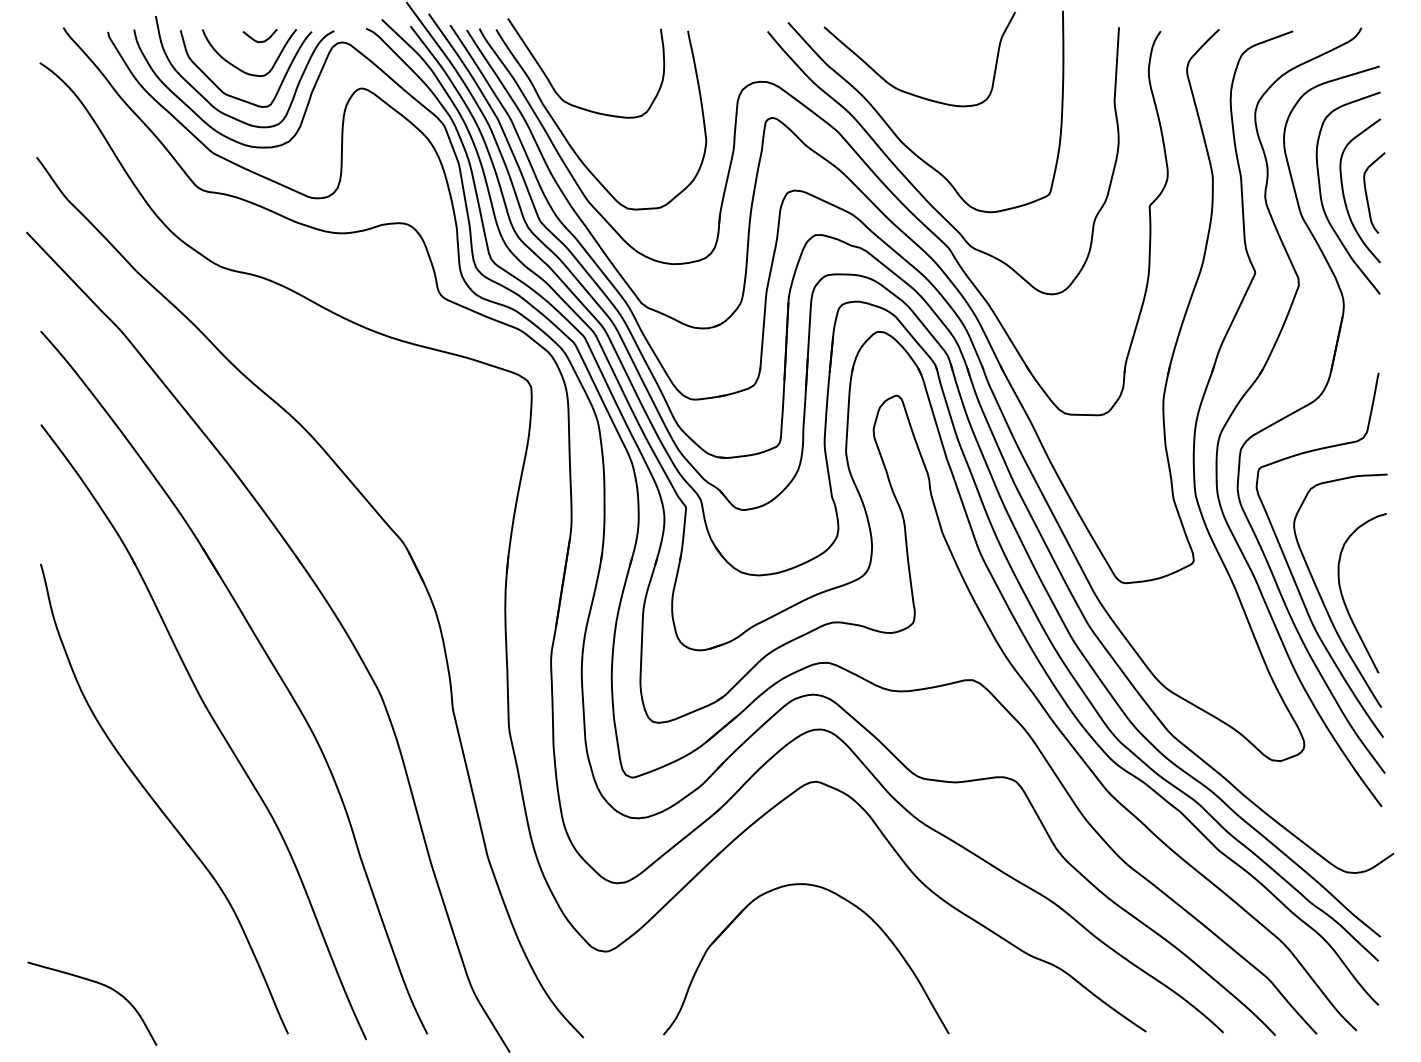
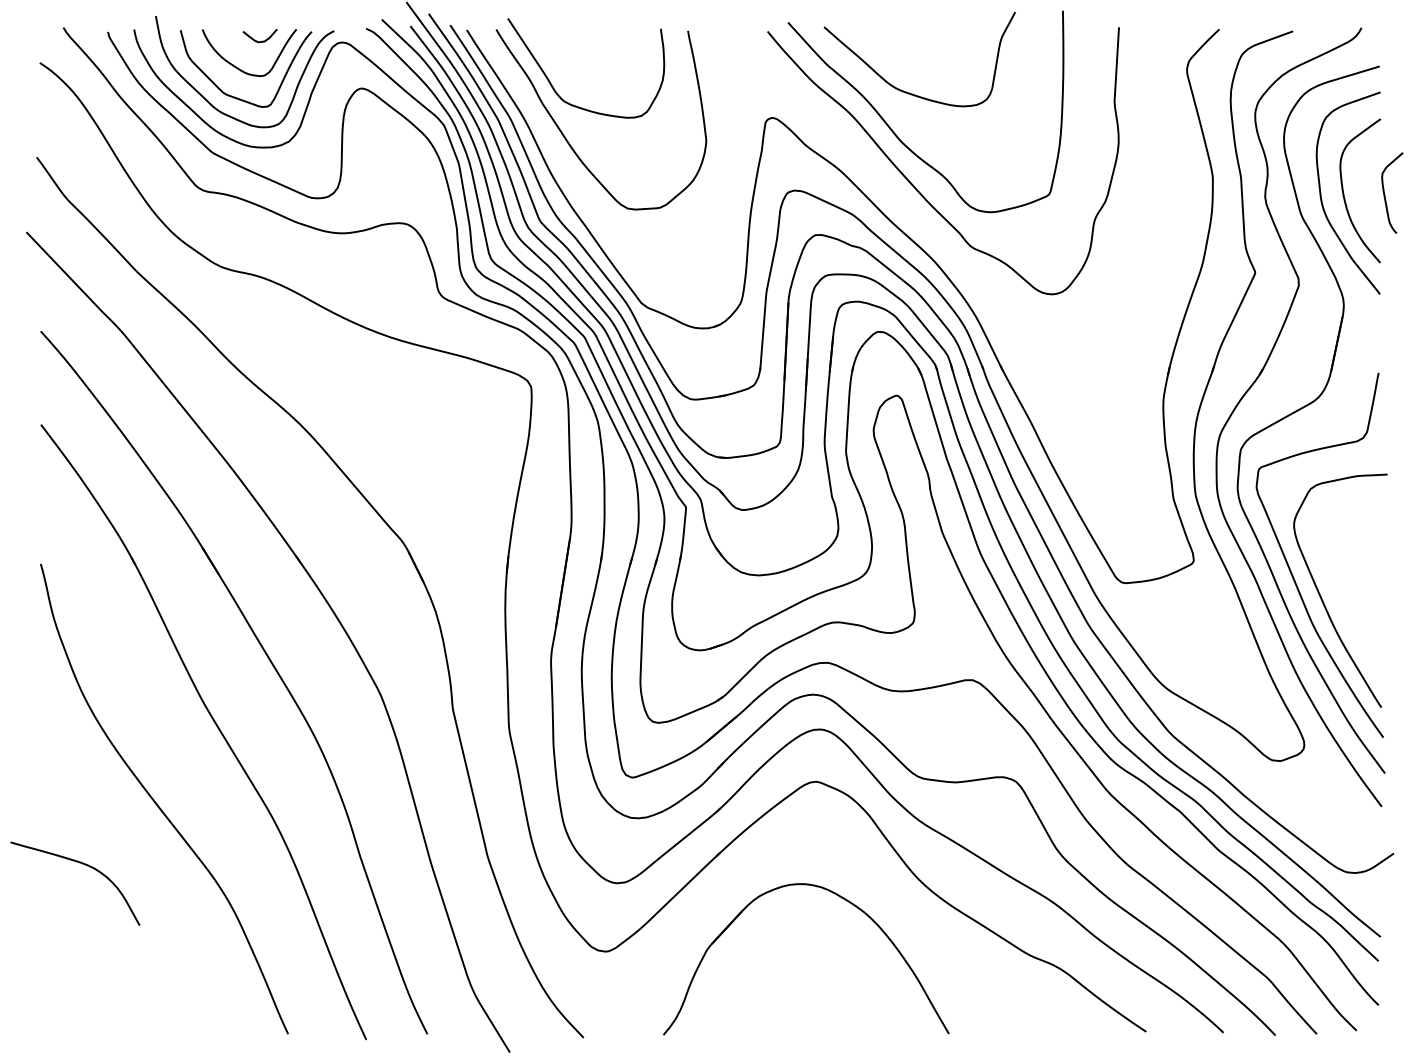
part at (873, 174): present -> none
curve at (1367, 194) position: (1367, 194) -> (1385, 194)
curve at (1344, 599): present -> none
curve at (101, 985) position: (101, 985) -> (84, 865)
